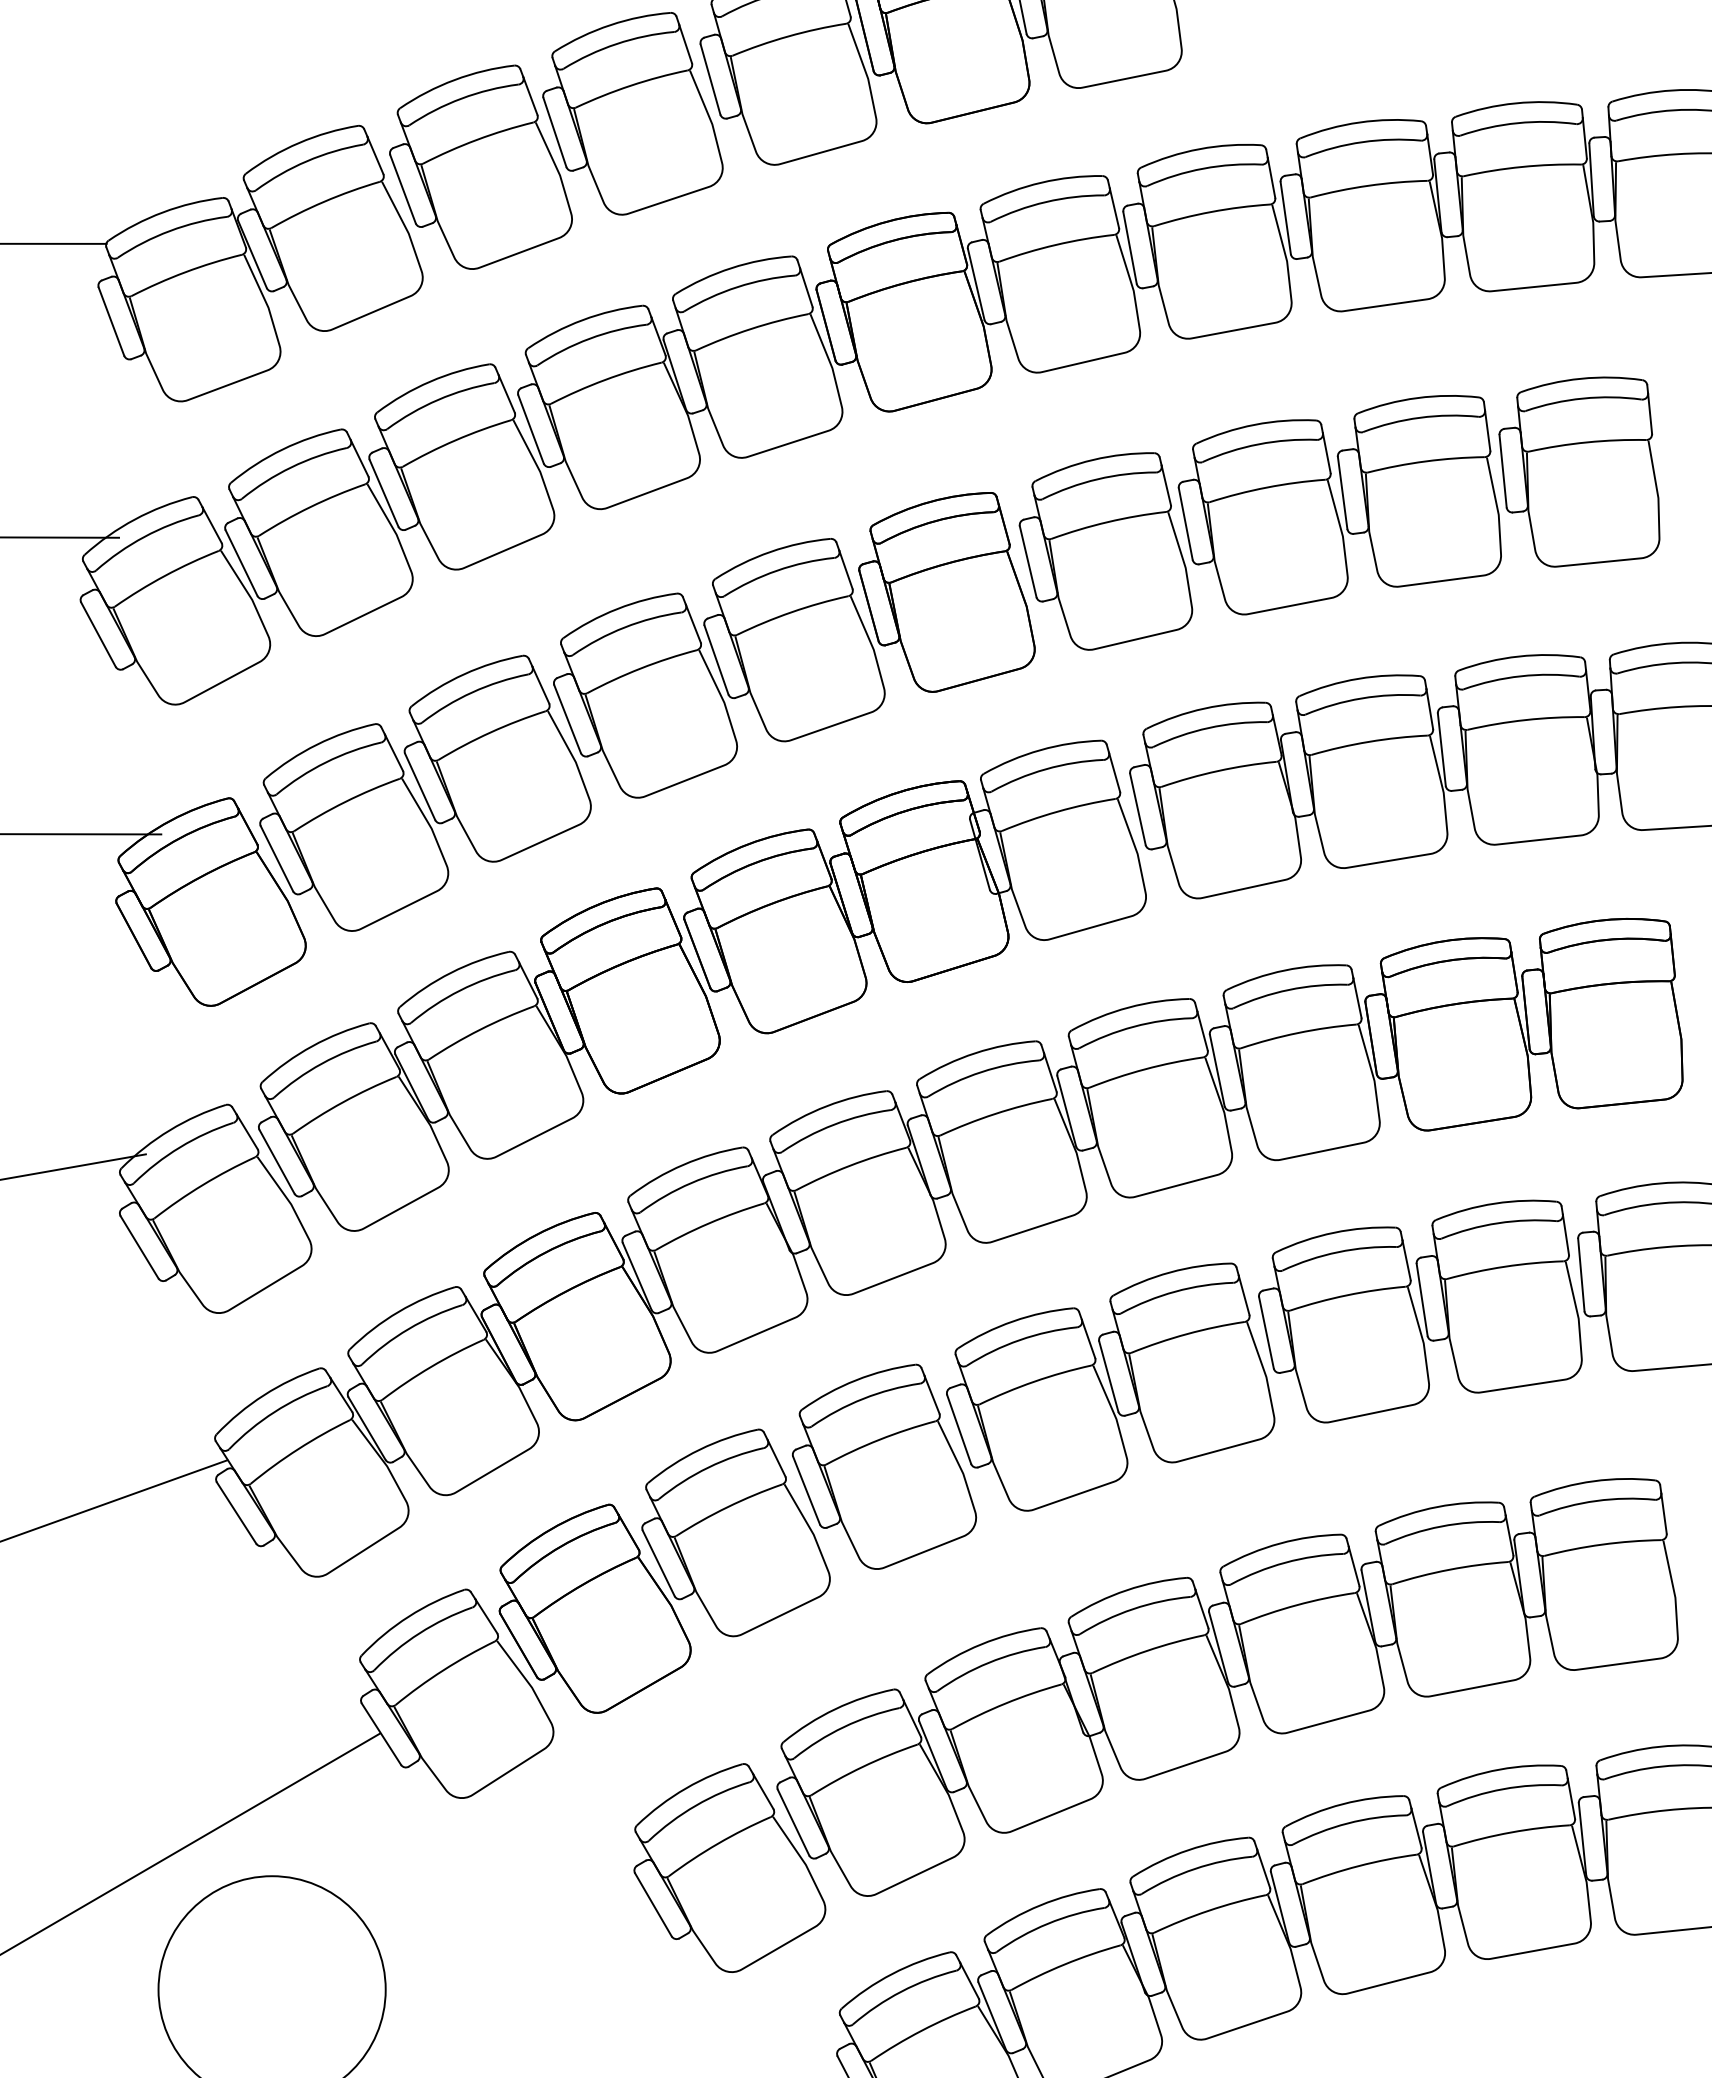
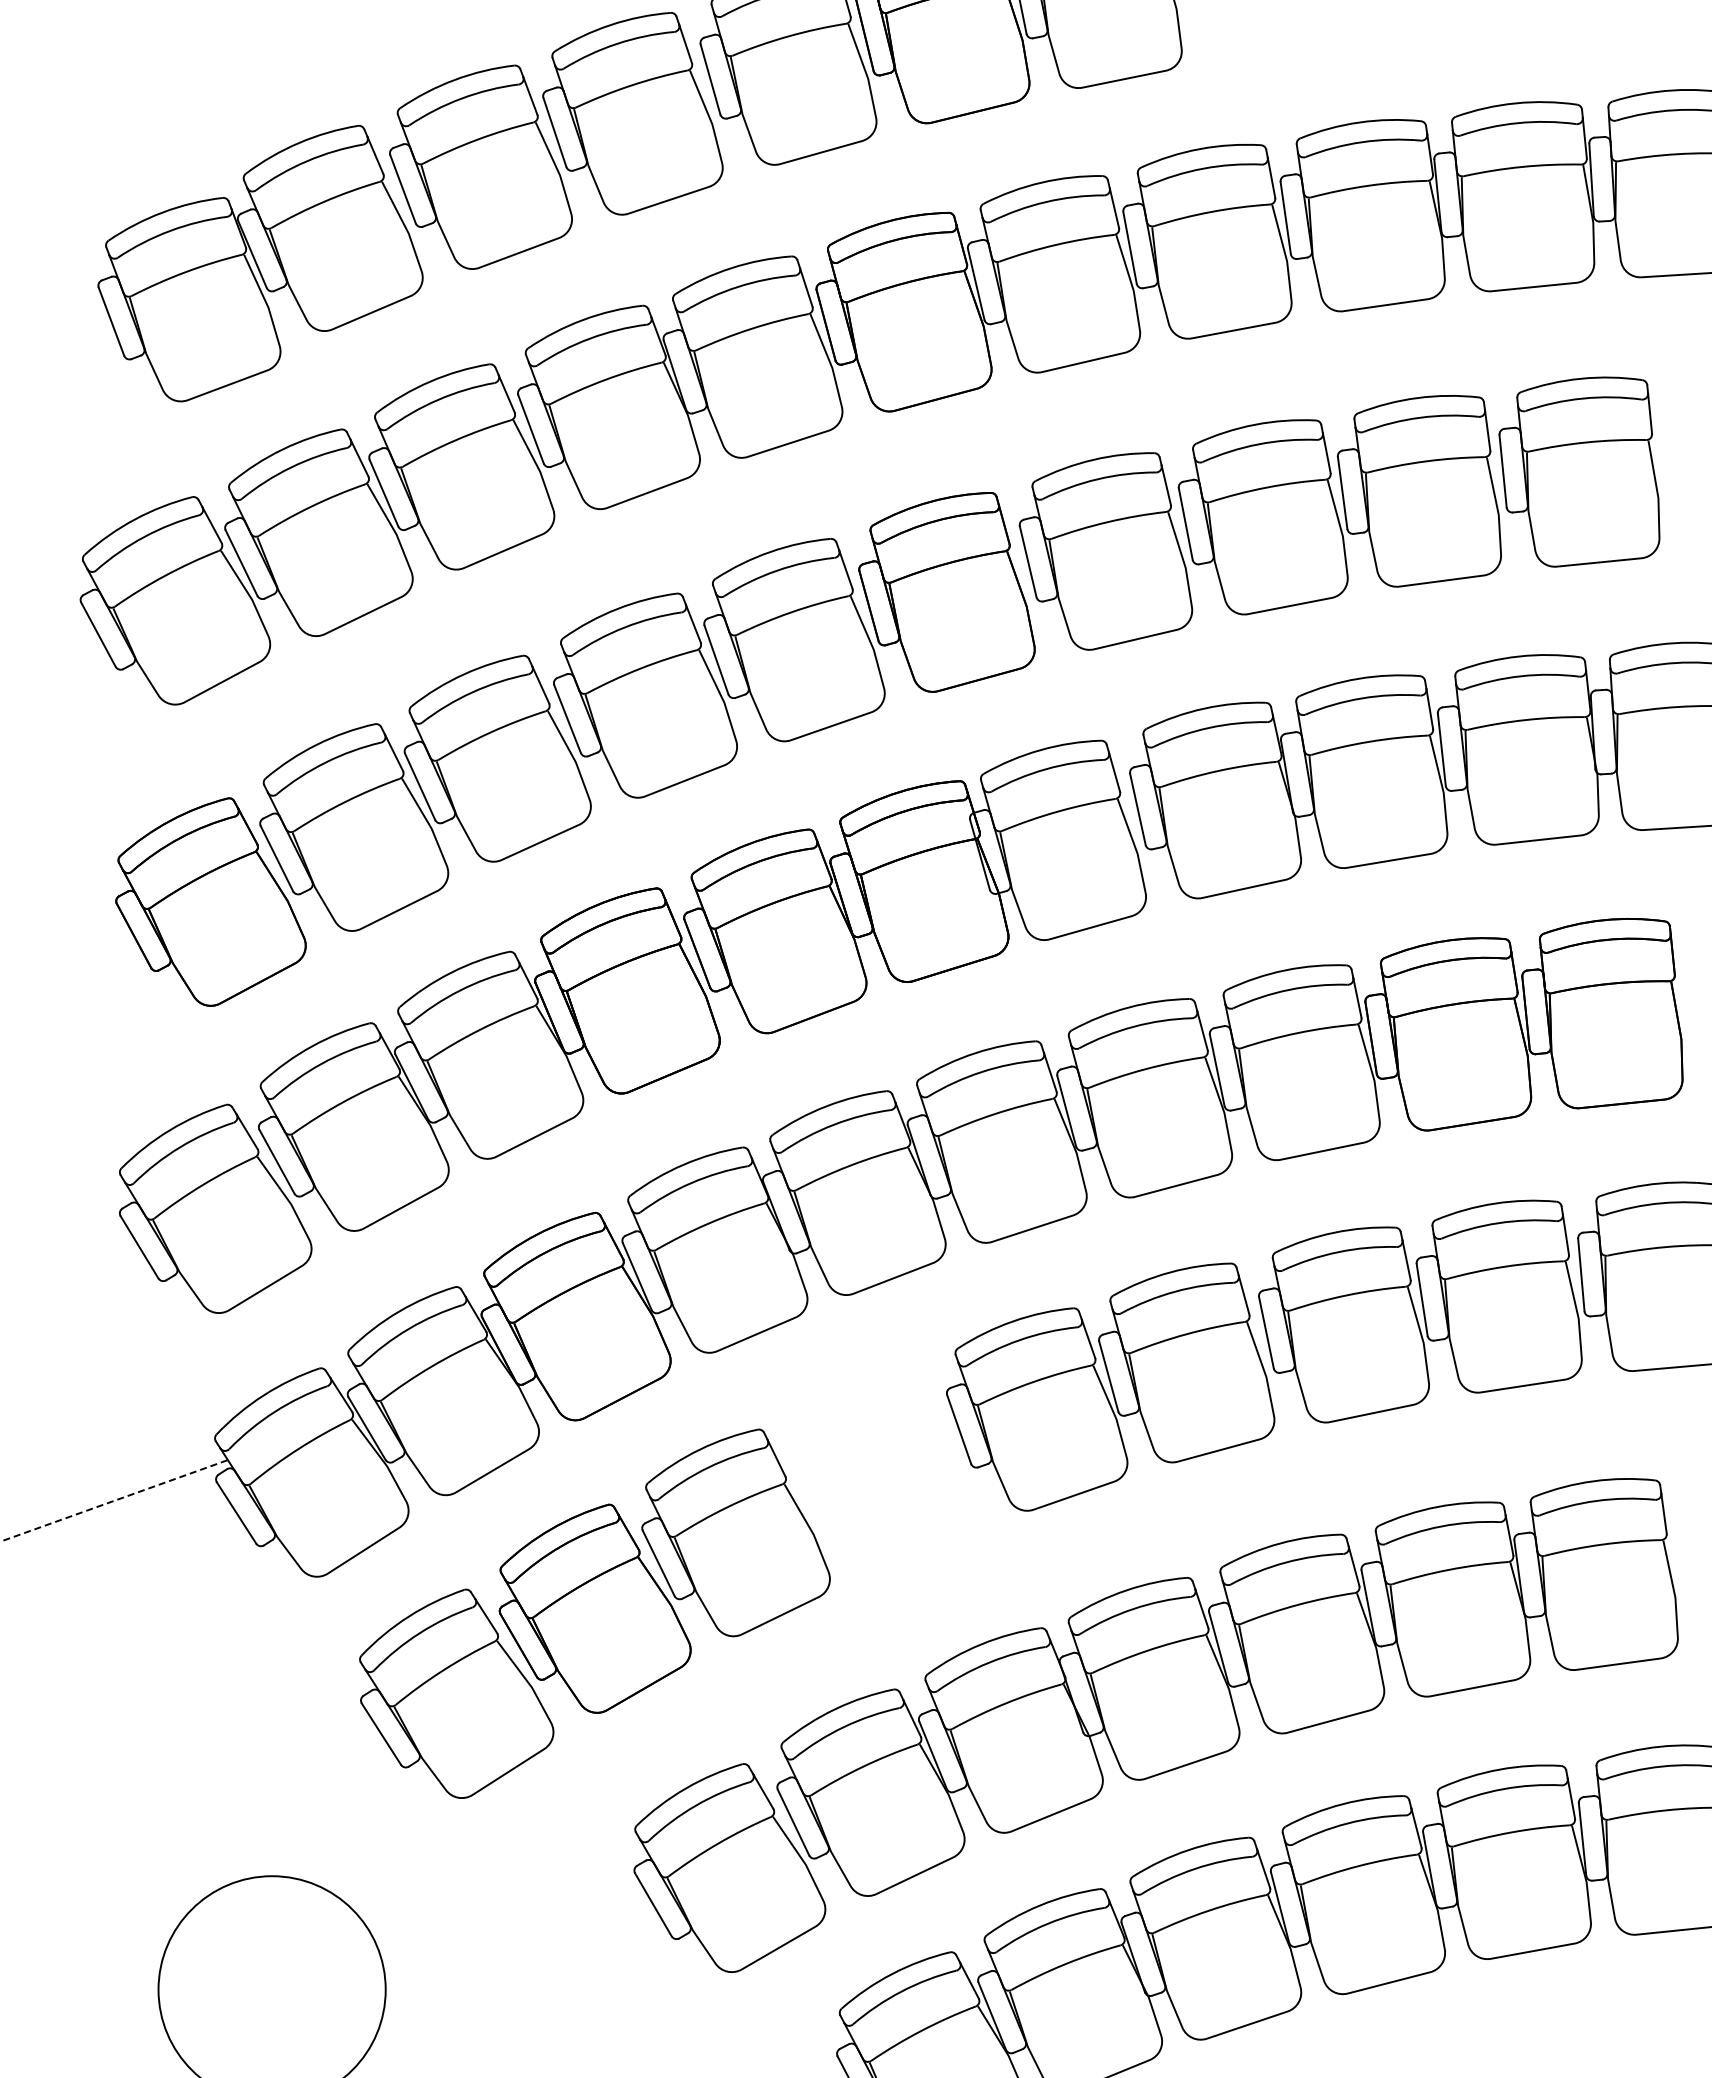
line at (54, 243): present -> none
line at (60, 537): present -> none
line at (81, 834): present -> none
line at (73, 1166): present -> none
part at (884, 1466): present -> none
line at (113, 1501): solid -> dashed
line at (191, 1843): present -> none
